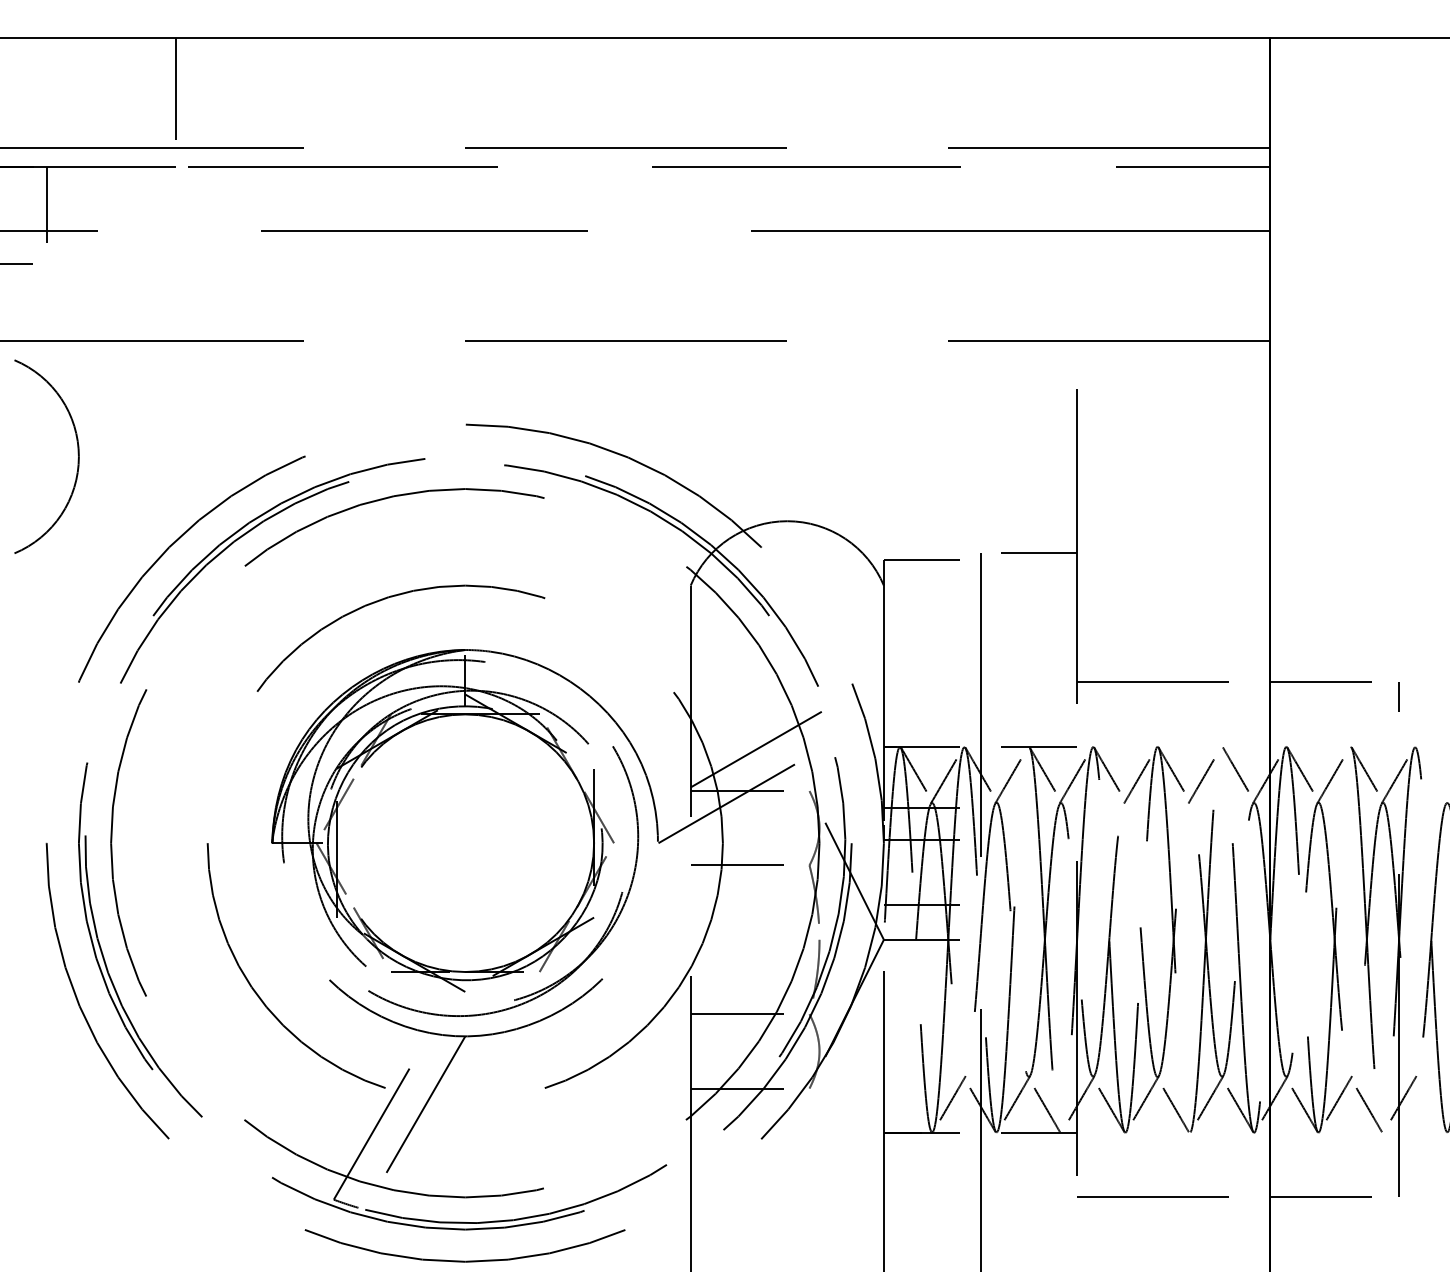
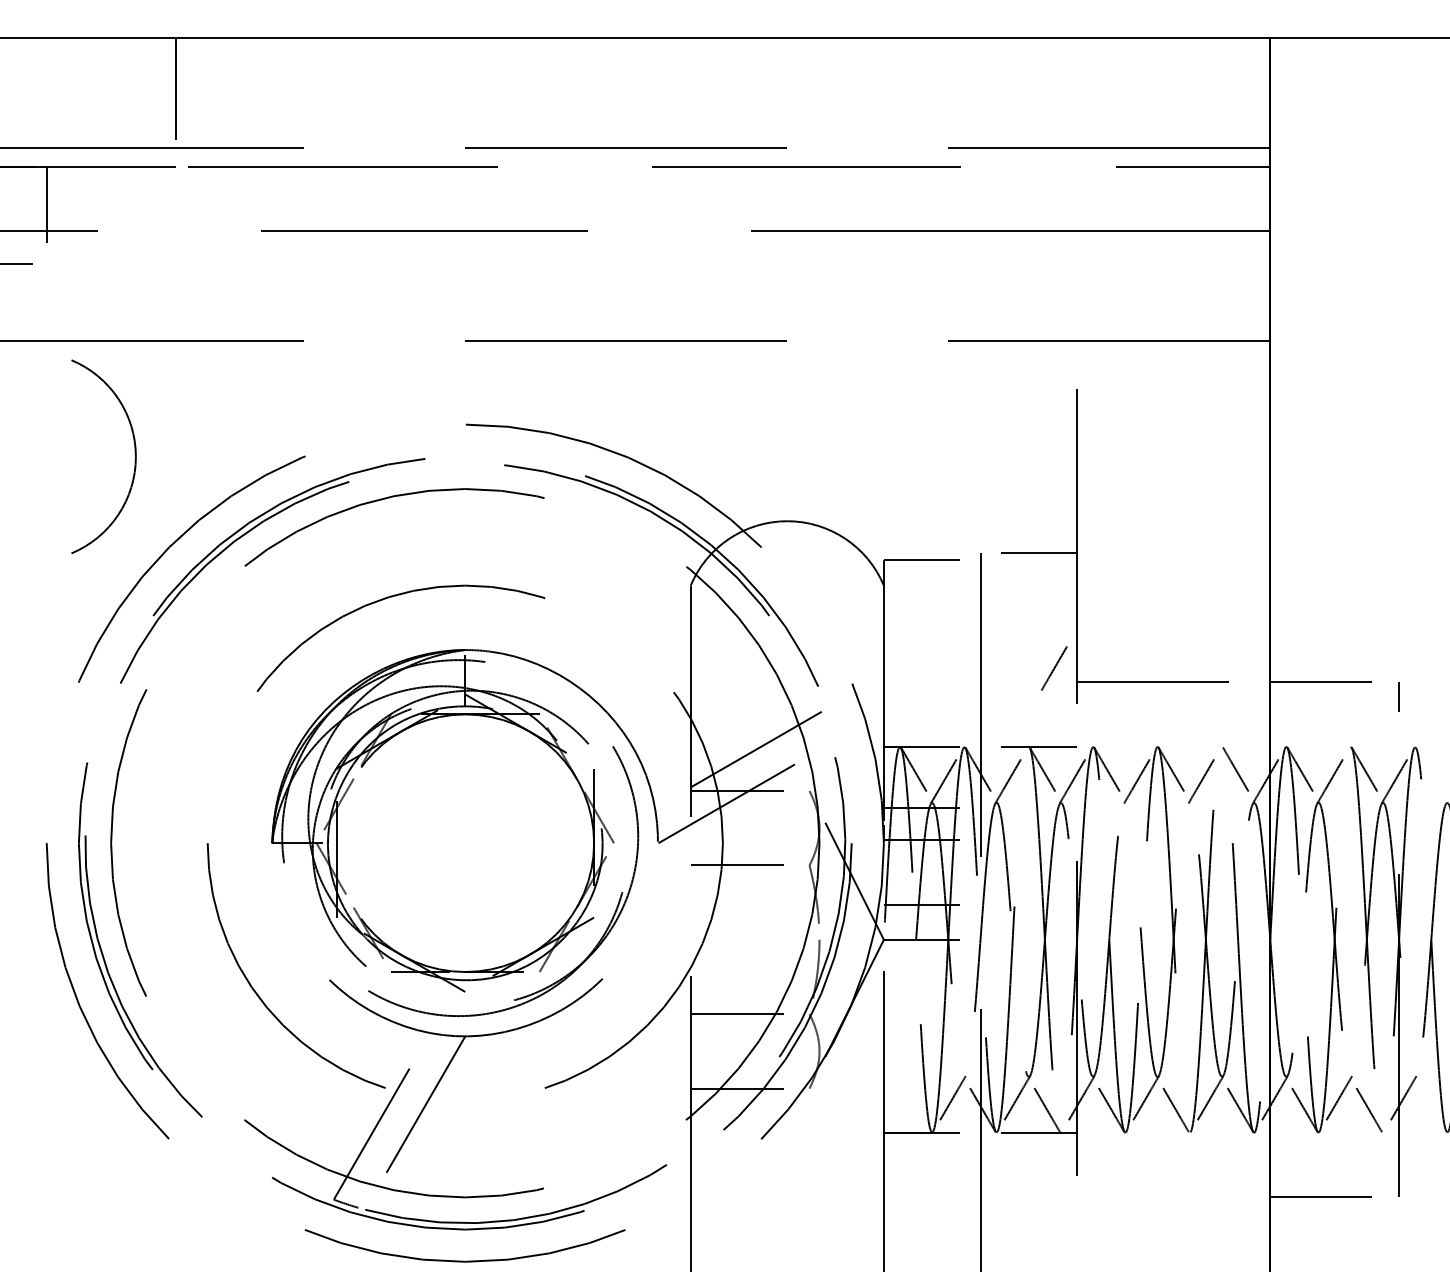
arc at (77, 454) position: (77, 454) -> (134, 454)
line at (1054, 668): none -> present
line at (1152, 1196): present -> none
